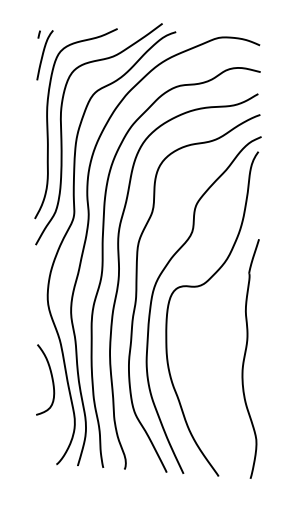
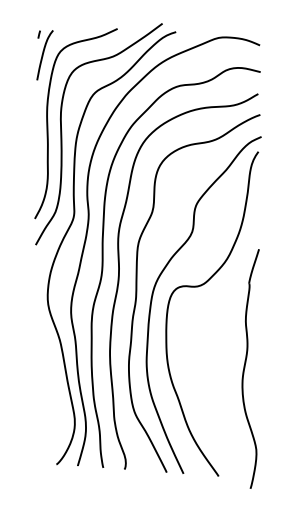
part at (250, 358) position: (250, 358) -> (250, 368)
curve at (51, 379): present -> none
